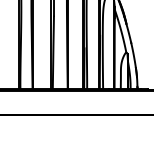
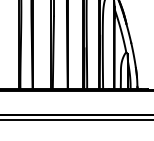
line at (76, 120): none -> present
